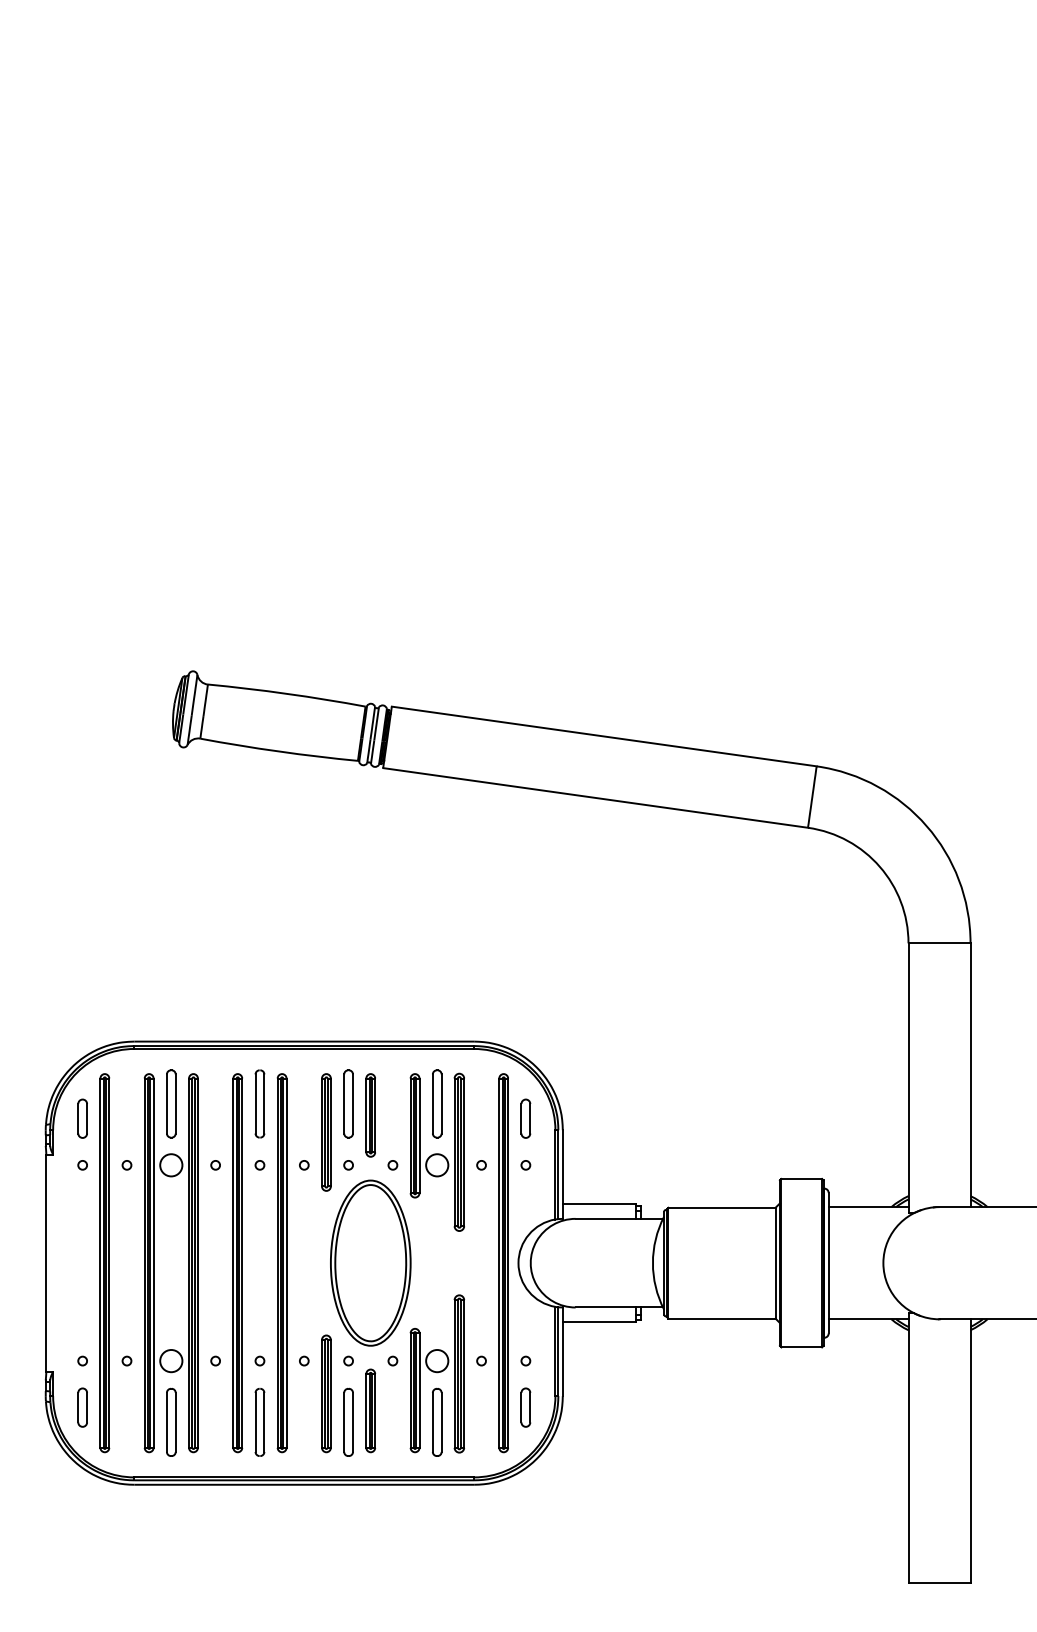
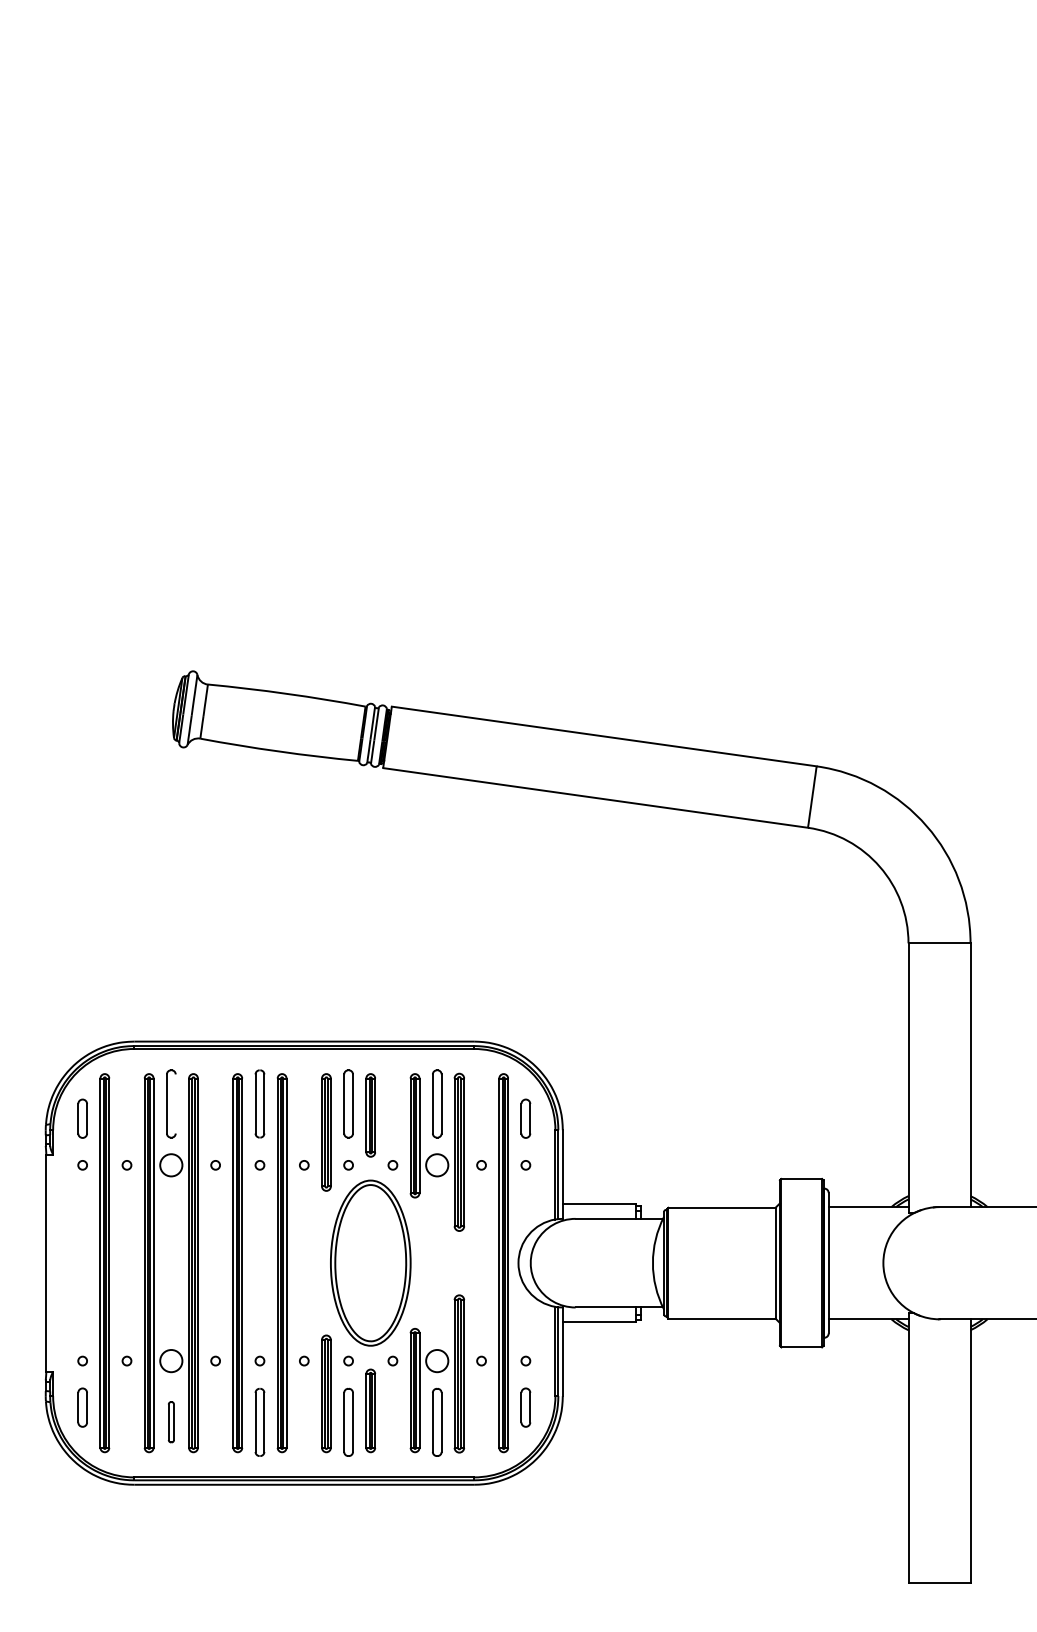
line at (175, 1103): present -> none
part at (171, 1421) size: 11x70 px -> 8x43 px
